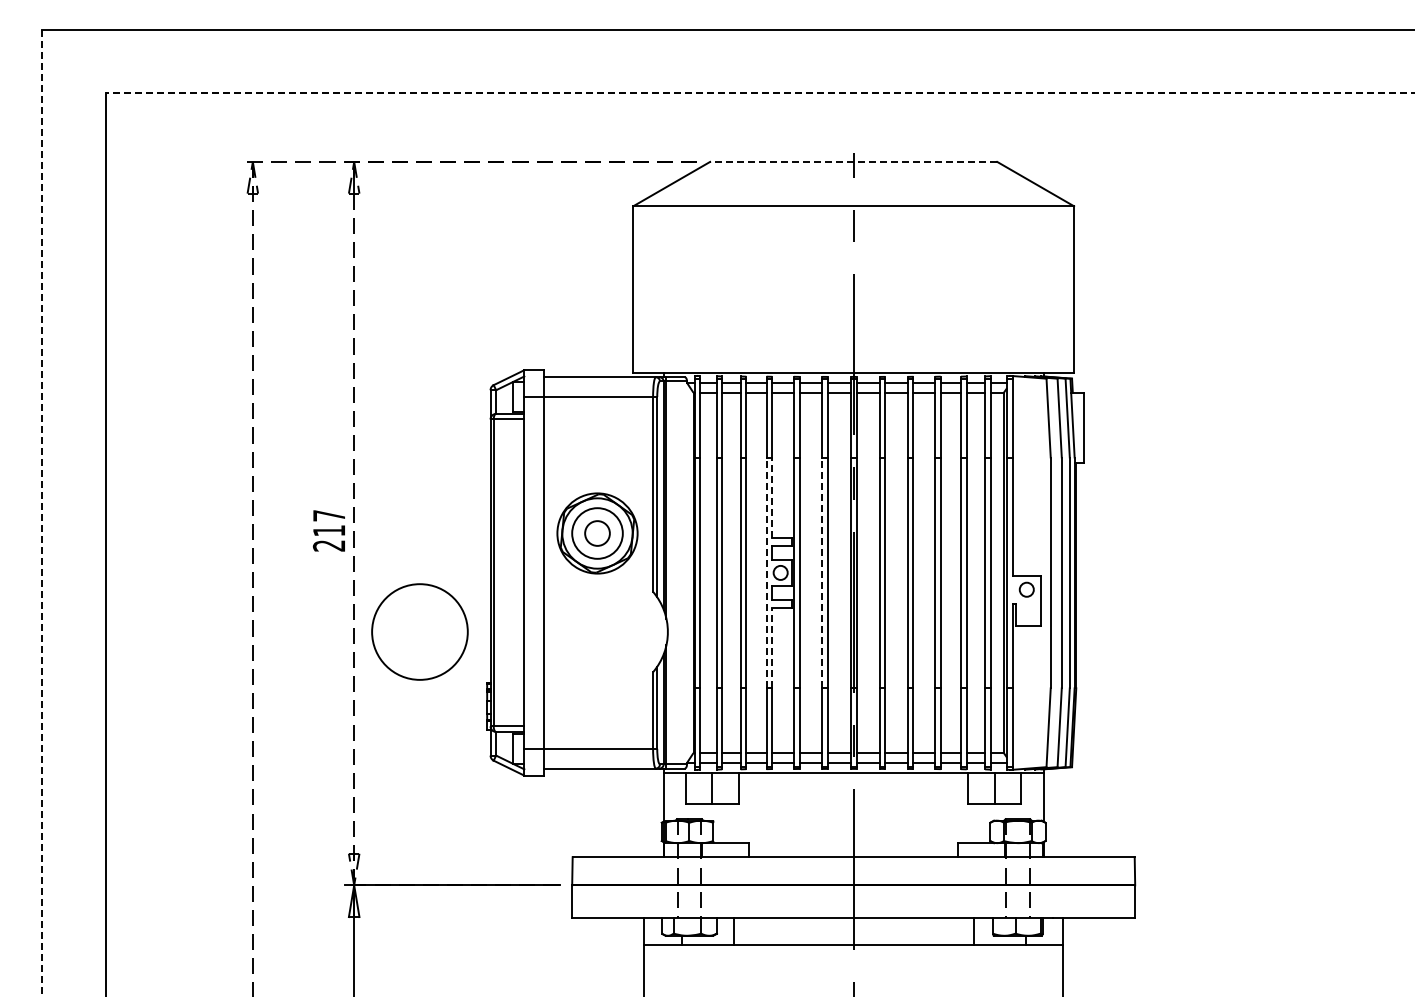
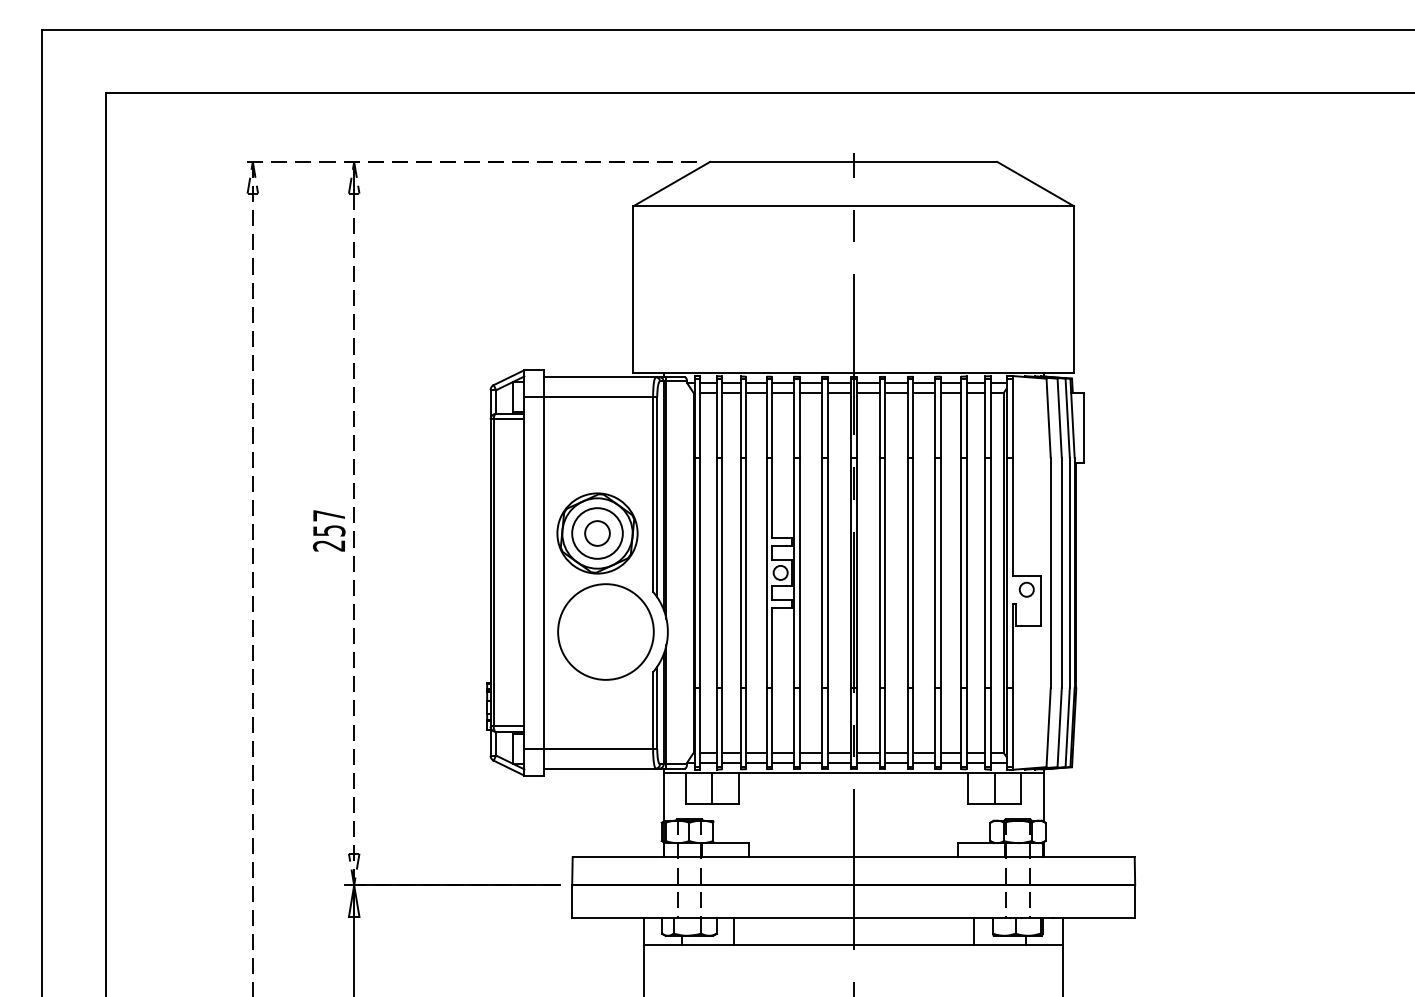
line at (759, 93): dashed -> solid
line at (853, 161): dashed -> solid
line at (772, 497): dashed -> solid
line at (42, 513): dashed -> solid
text at (329, 530): 217 -> 257
line at (766, 572): dashed -> solid
line at (822, 572): dashed -> solid
circle at (419, 631) position: (419, 631) -> (605, 631)
line at (772, 647): dashed -> solid
